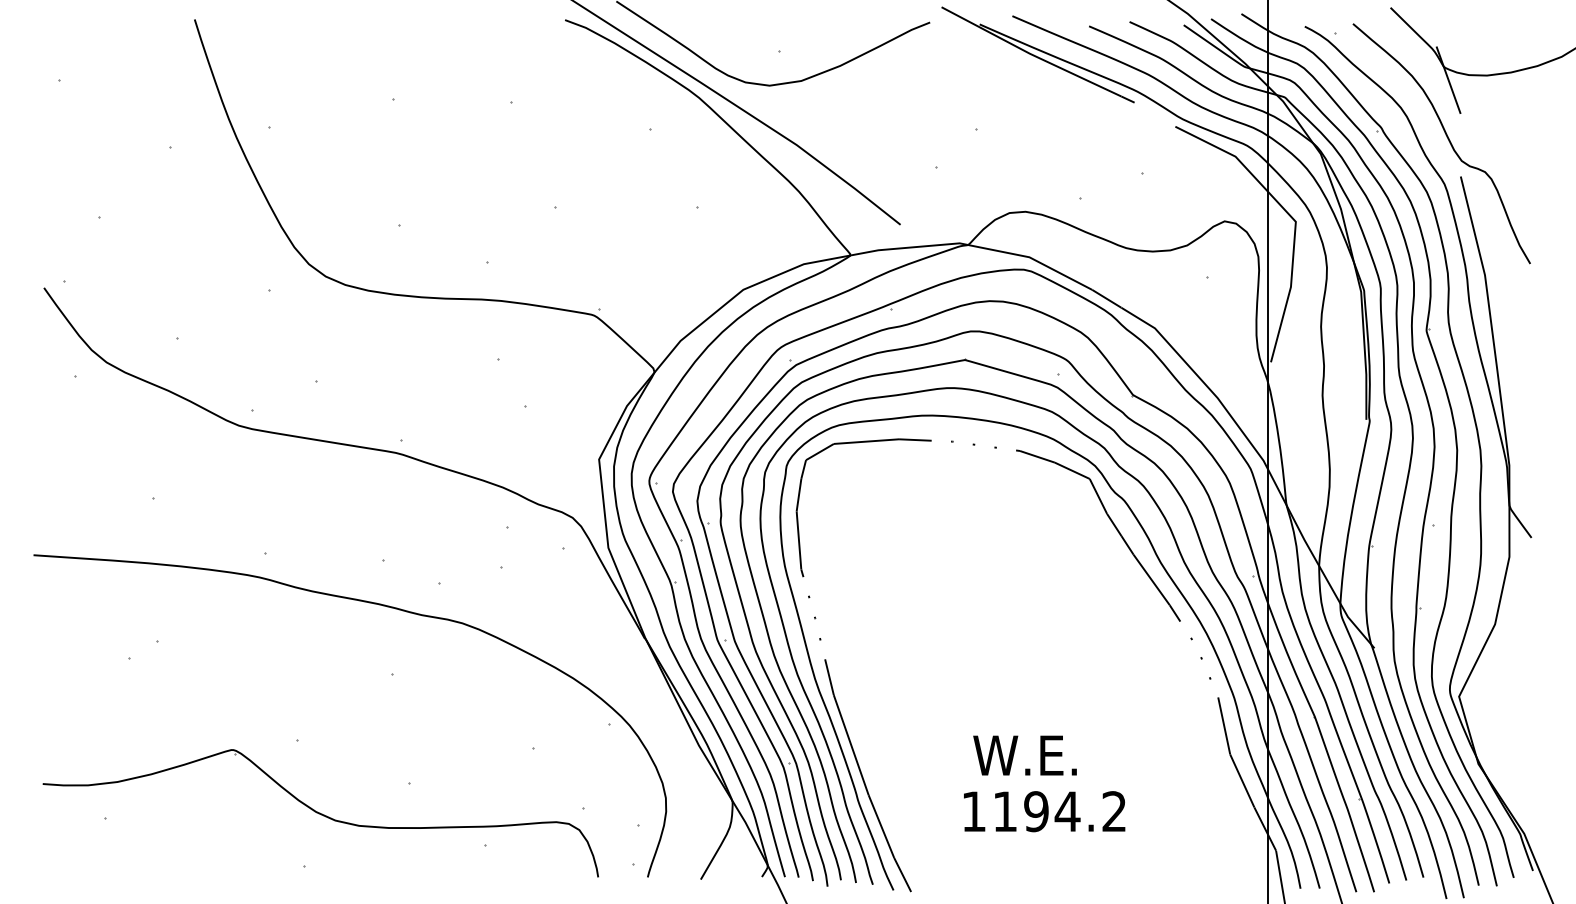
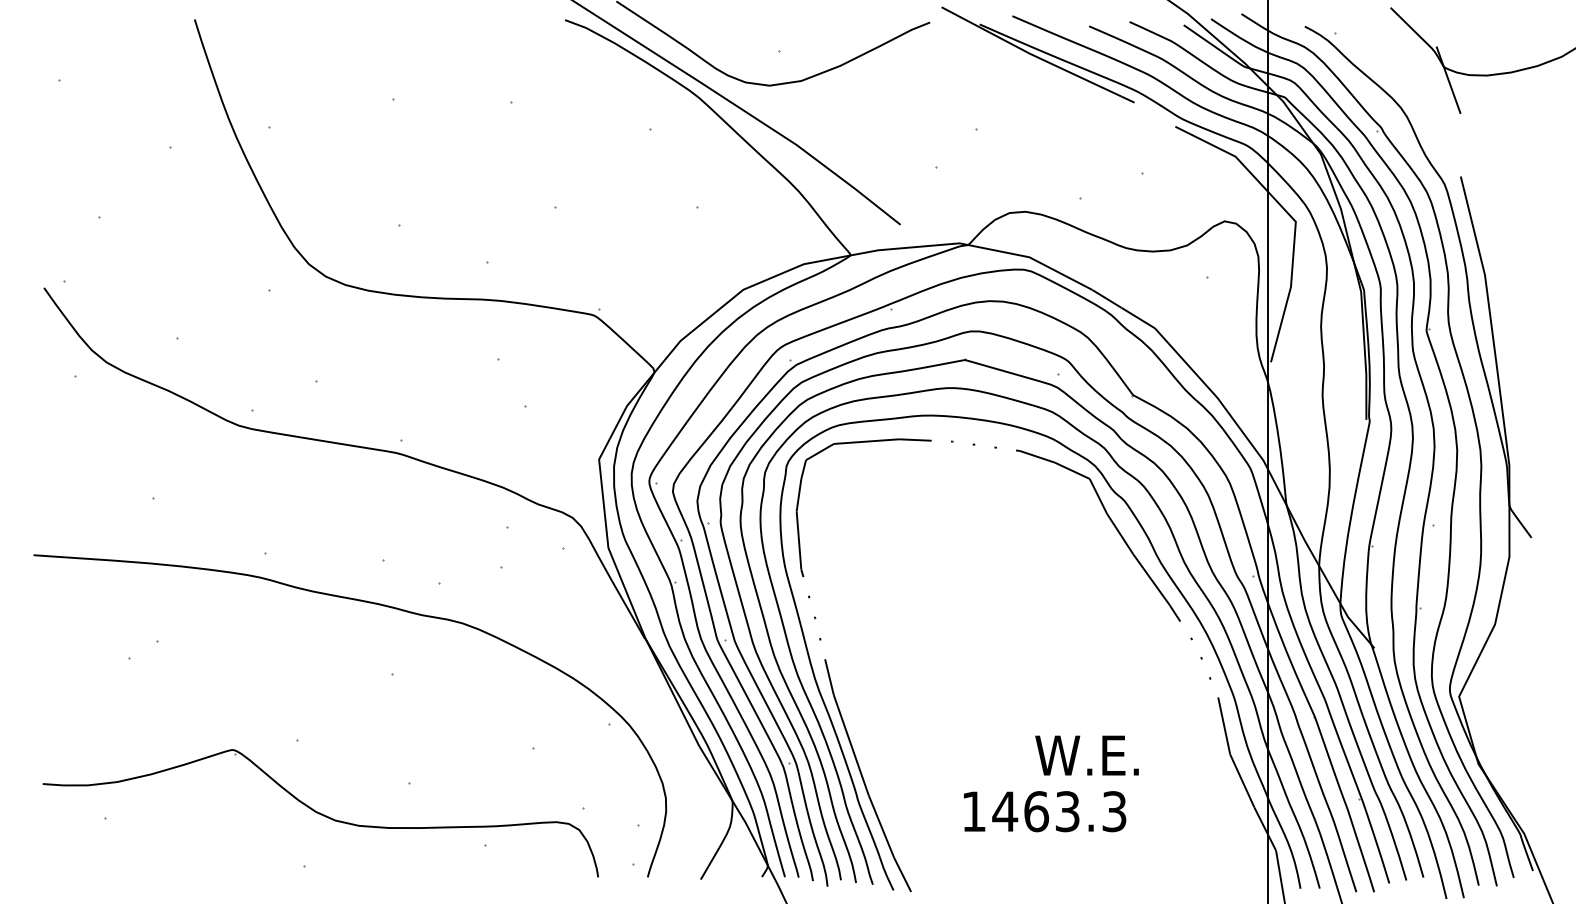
curve at (1447, 139): present -> none
text at (1024, 755) position: (1024, 755) -> (1086, 755)
text at (1059, 811): 1194.2 -> 1463.3
